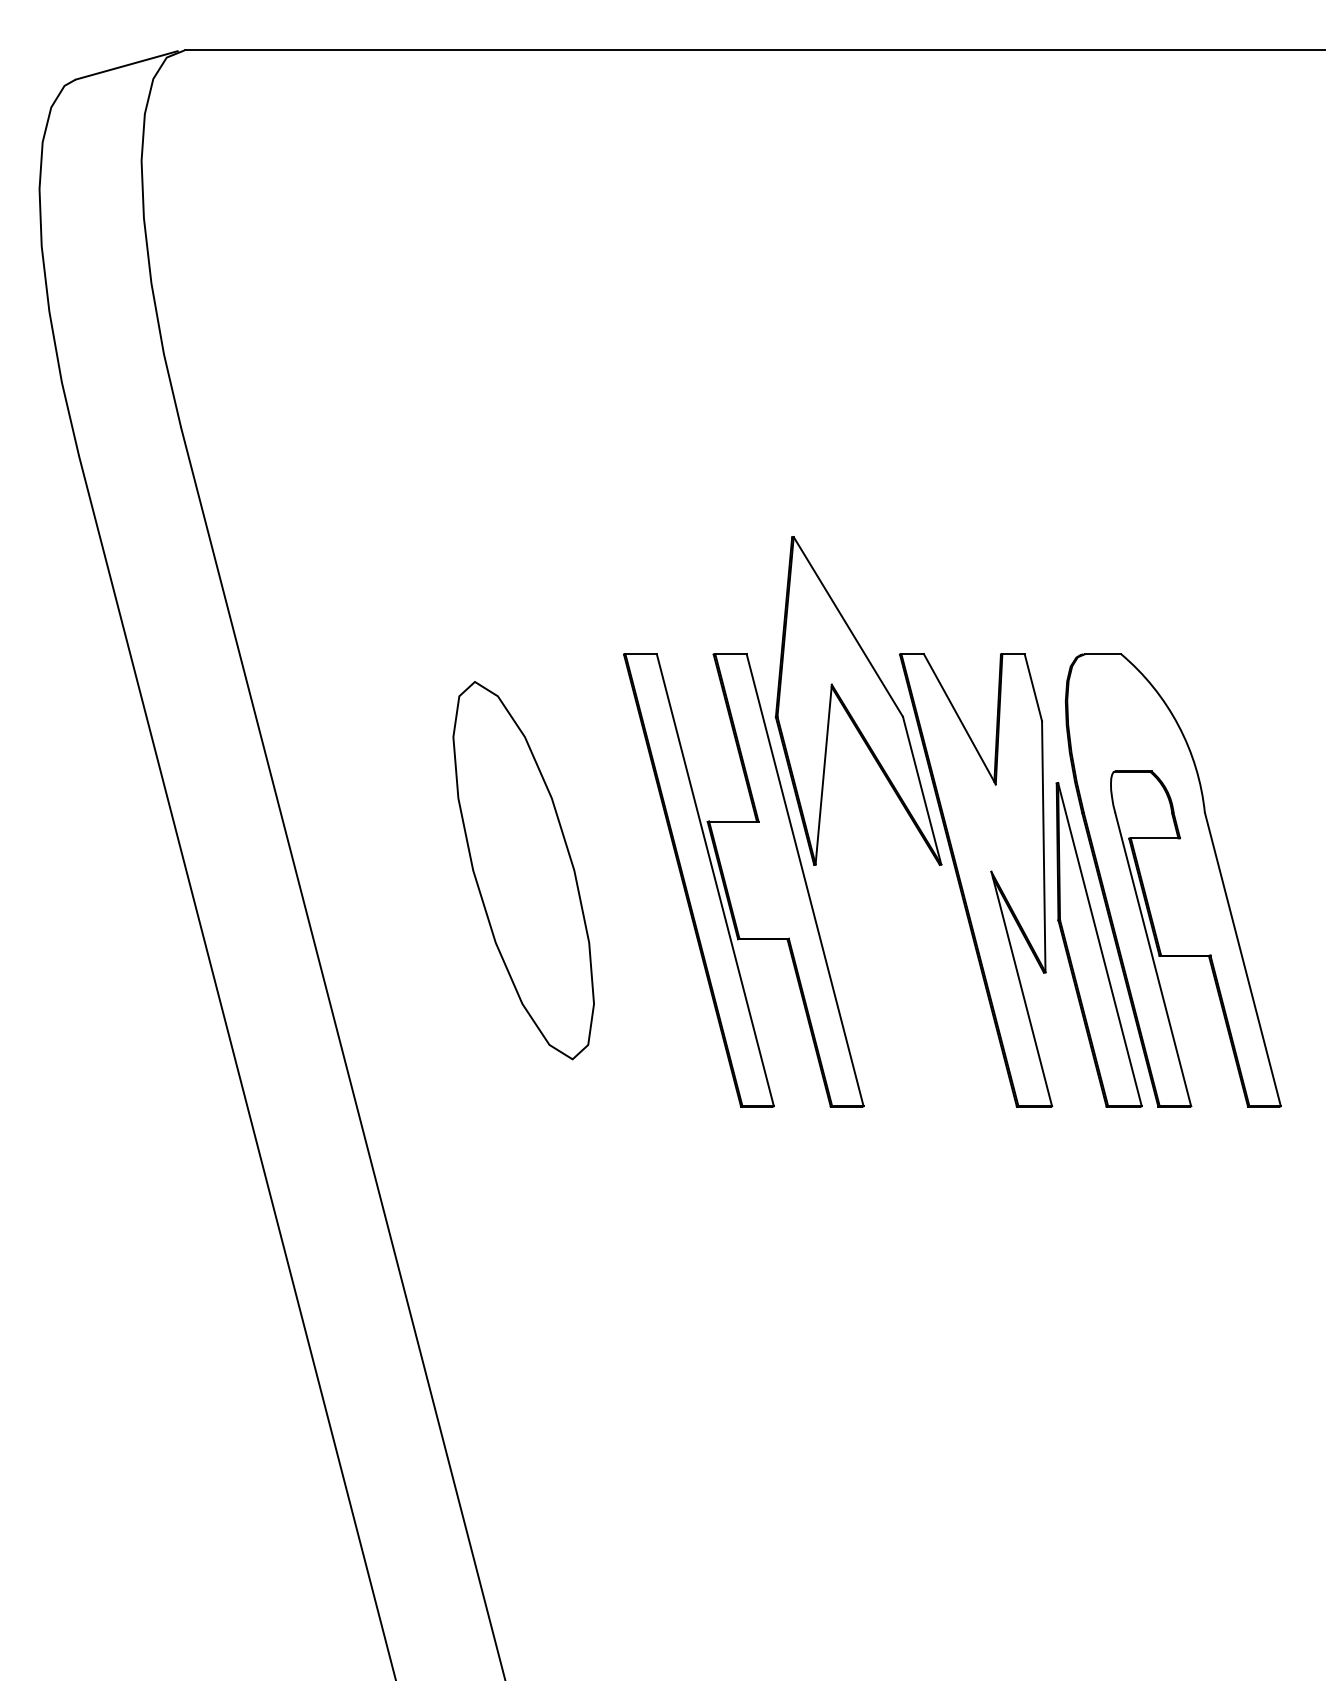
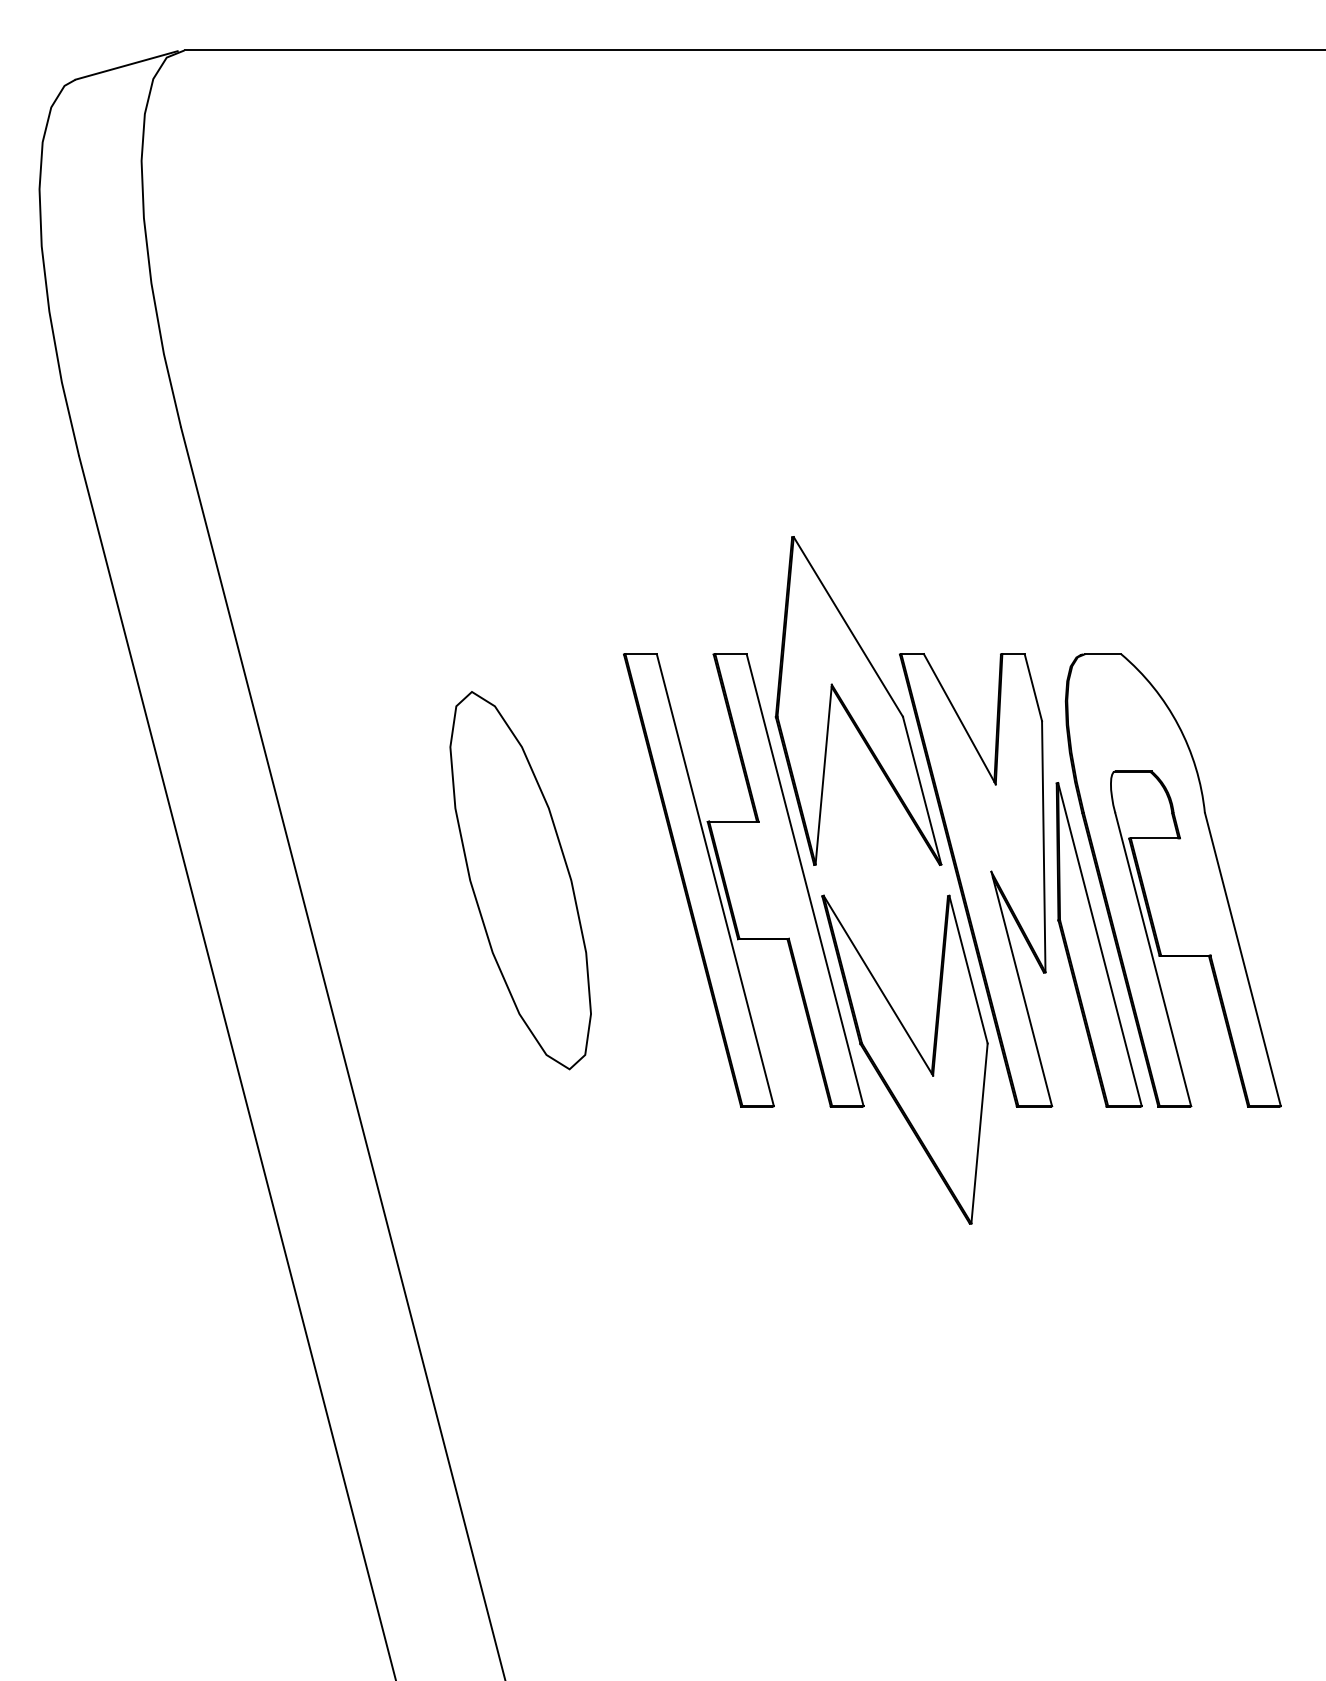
part at (523, 870) position: (523, 870) -> (520, 880)
part at (904, 1059): none -> present
